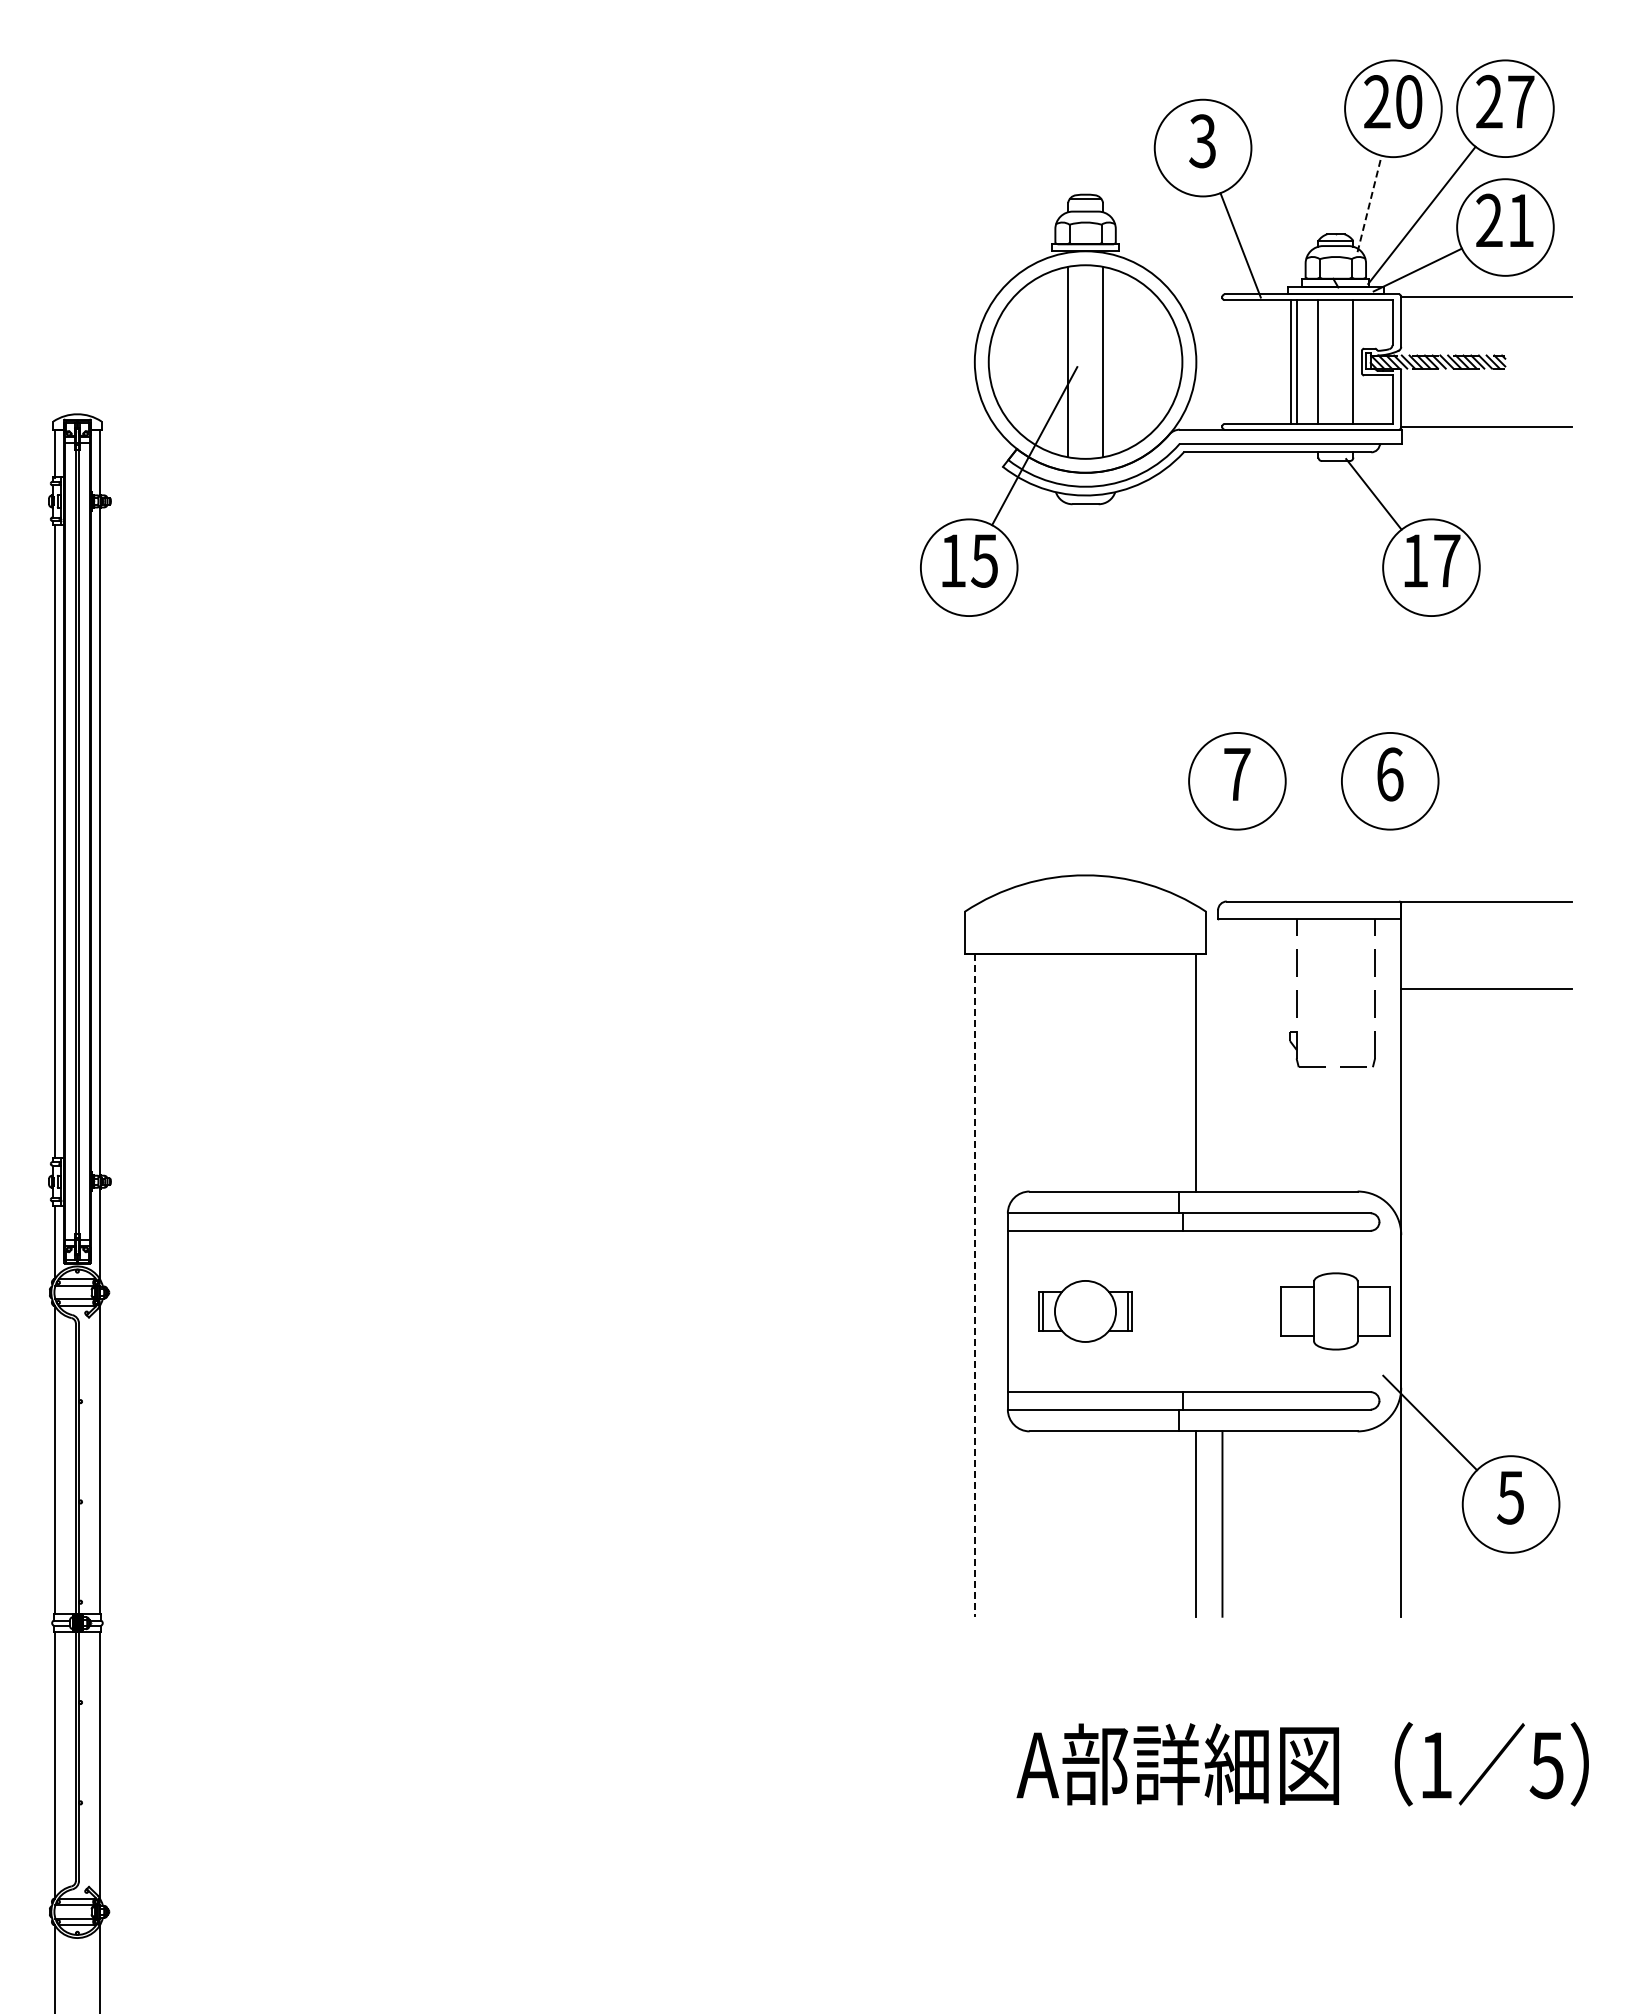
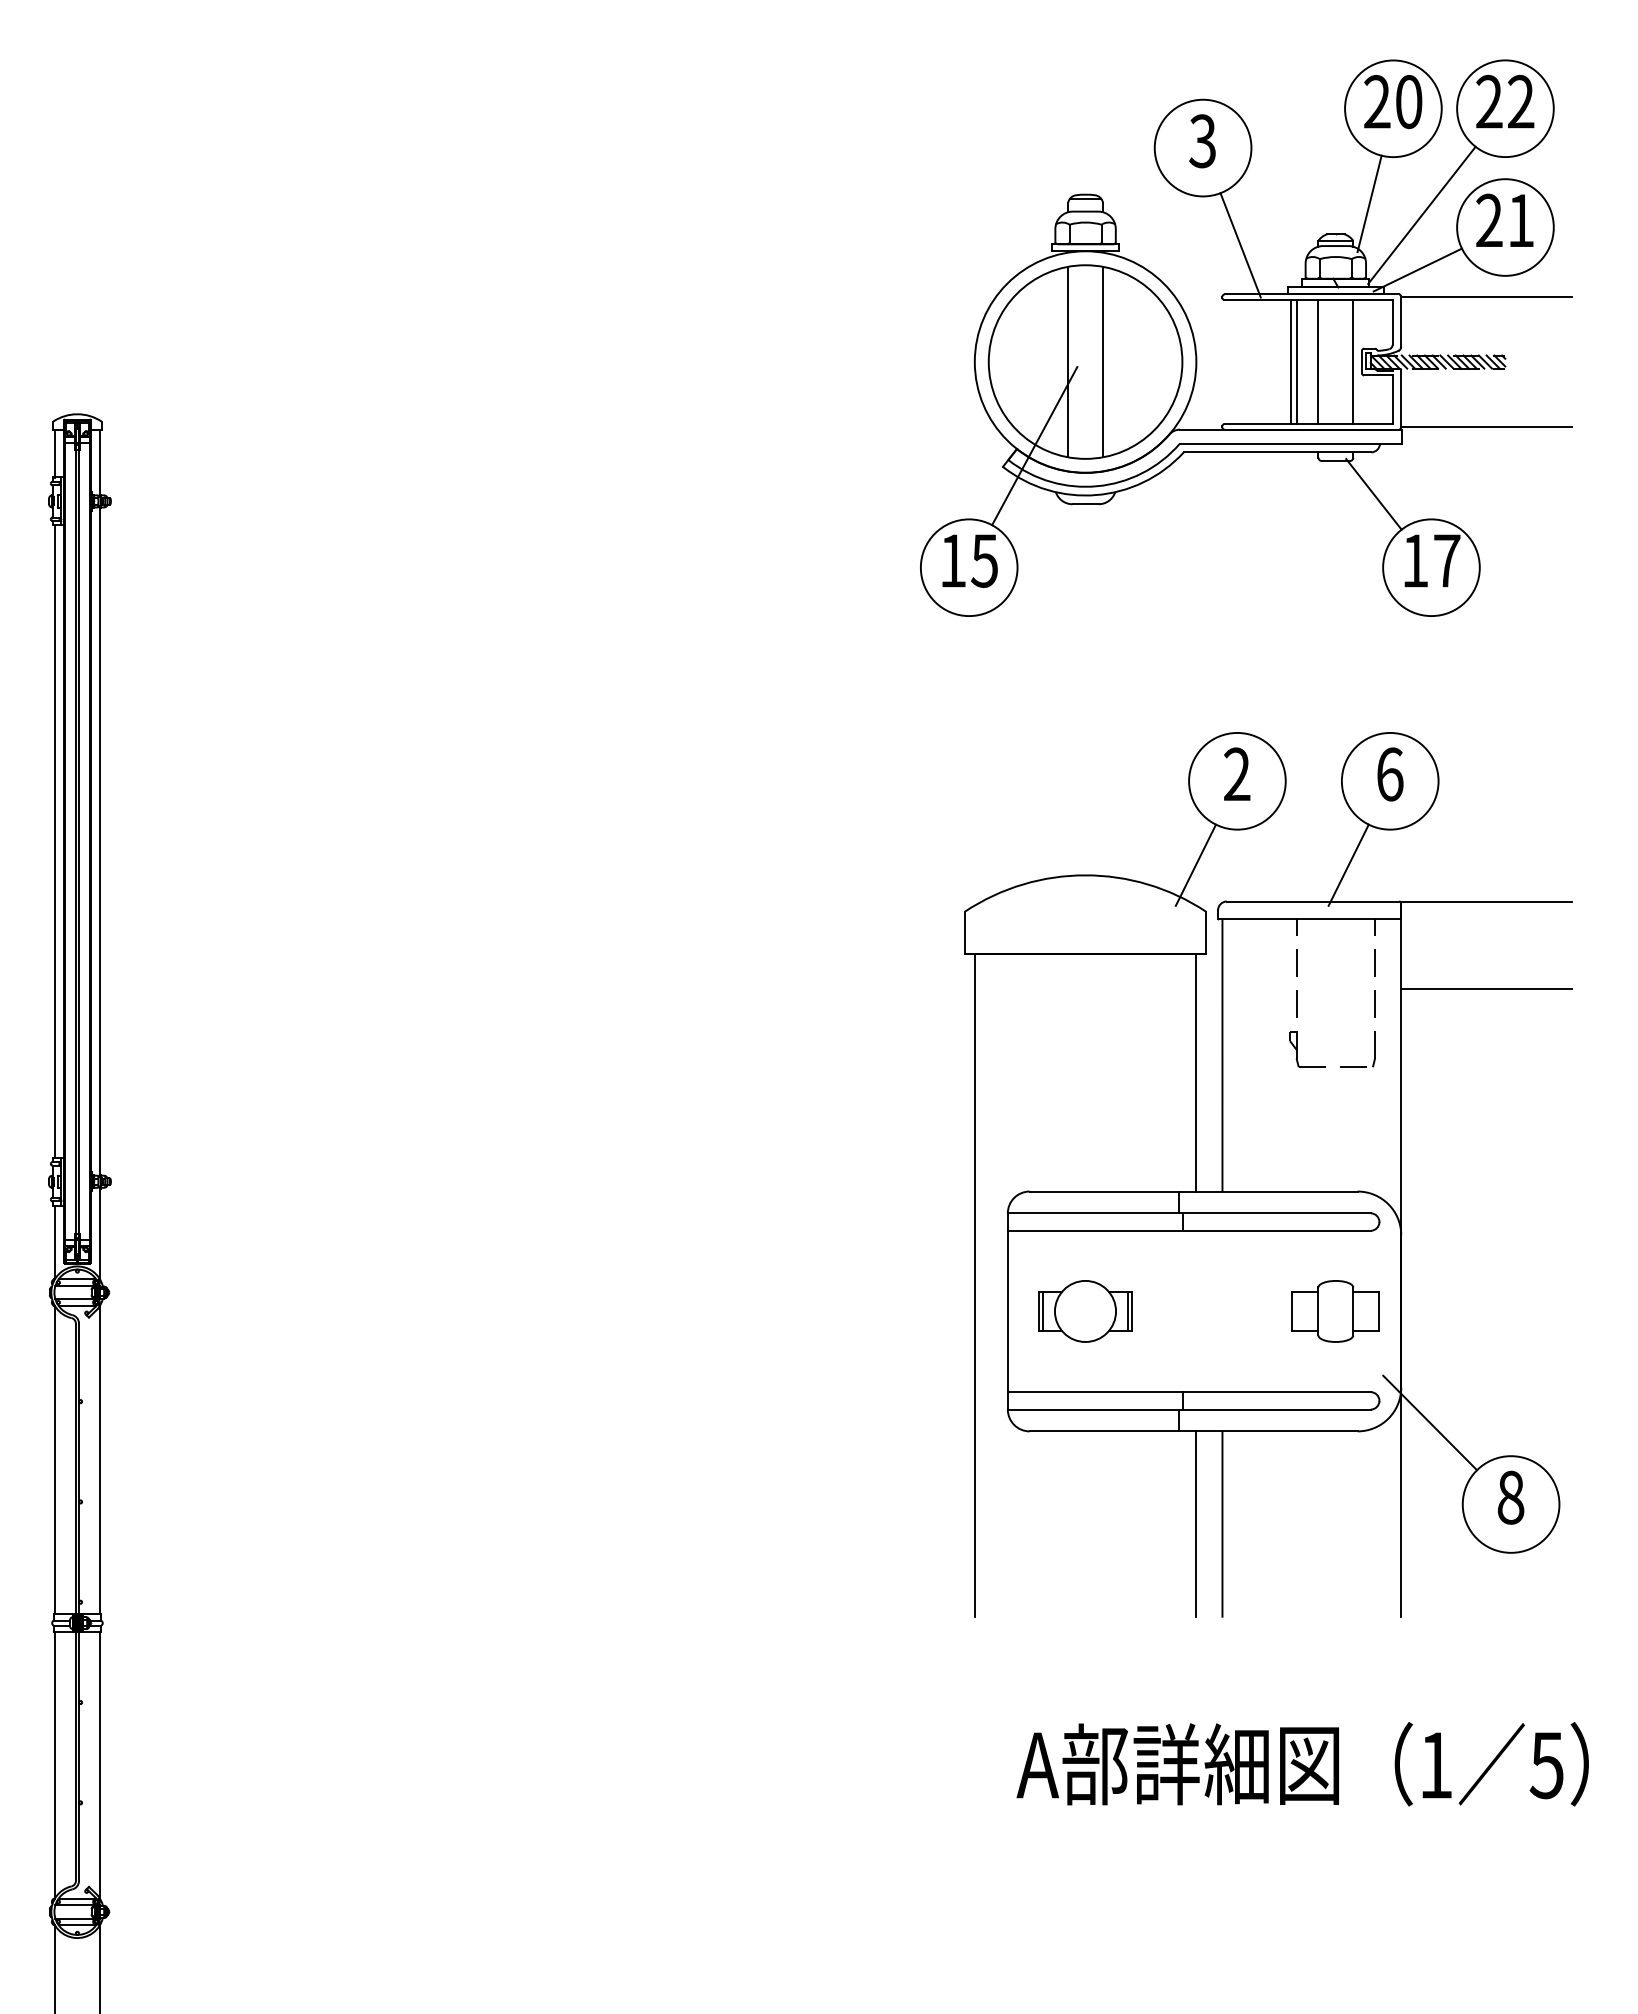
text at (1521, 101): 27 -> 22
line at (1369, 203): dashed -> solid
text at (1237, 773): 7 -> 2
line at (1195, 864): none -> present
line at (1348, 864): none -> present
line at (1222, 1054): none -> present
line at (974, 1285): dashed -> solid
part at (1335, 1311) size: 111x79 px -> 89x63 px
text at (1510, 1497): 5 -> 8
